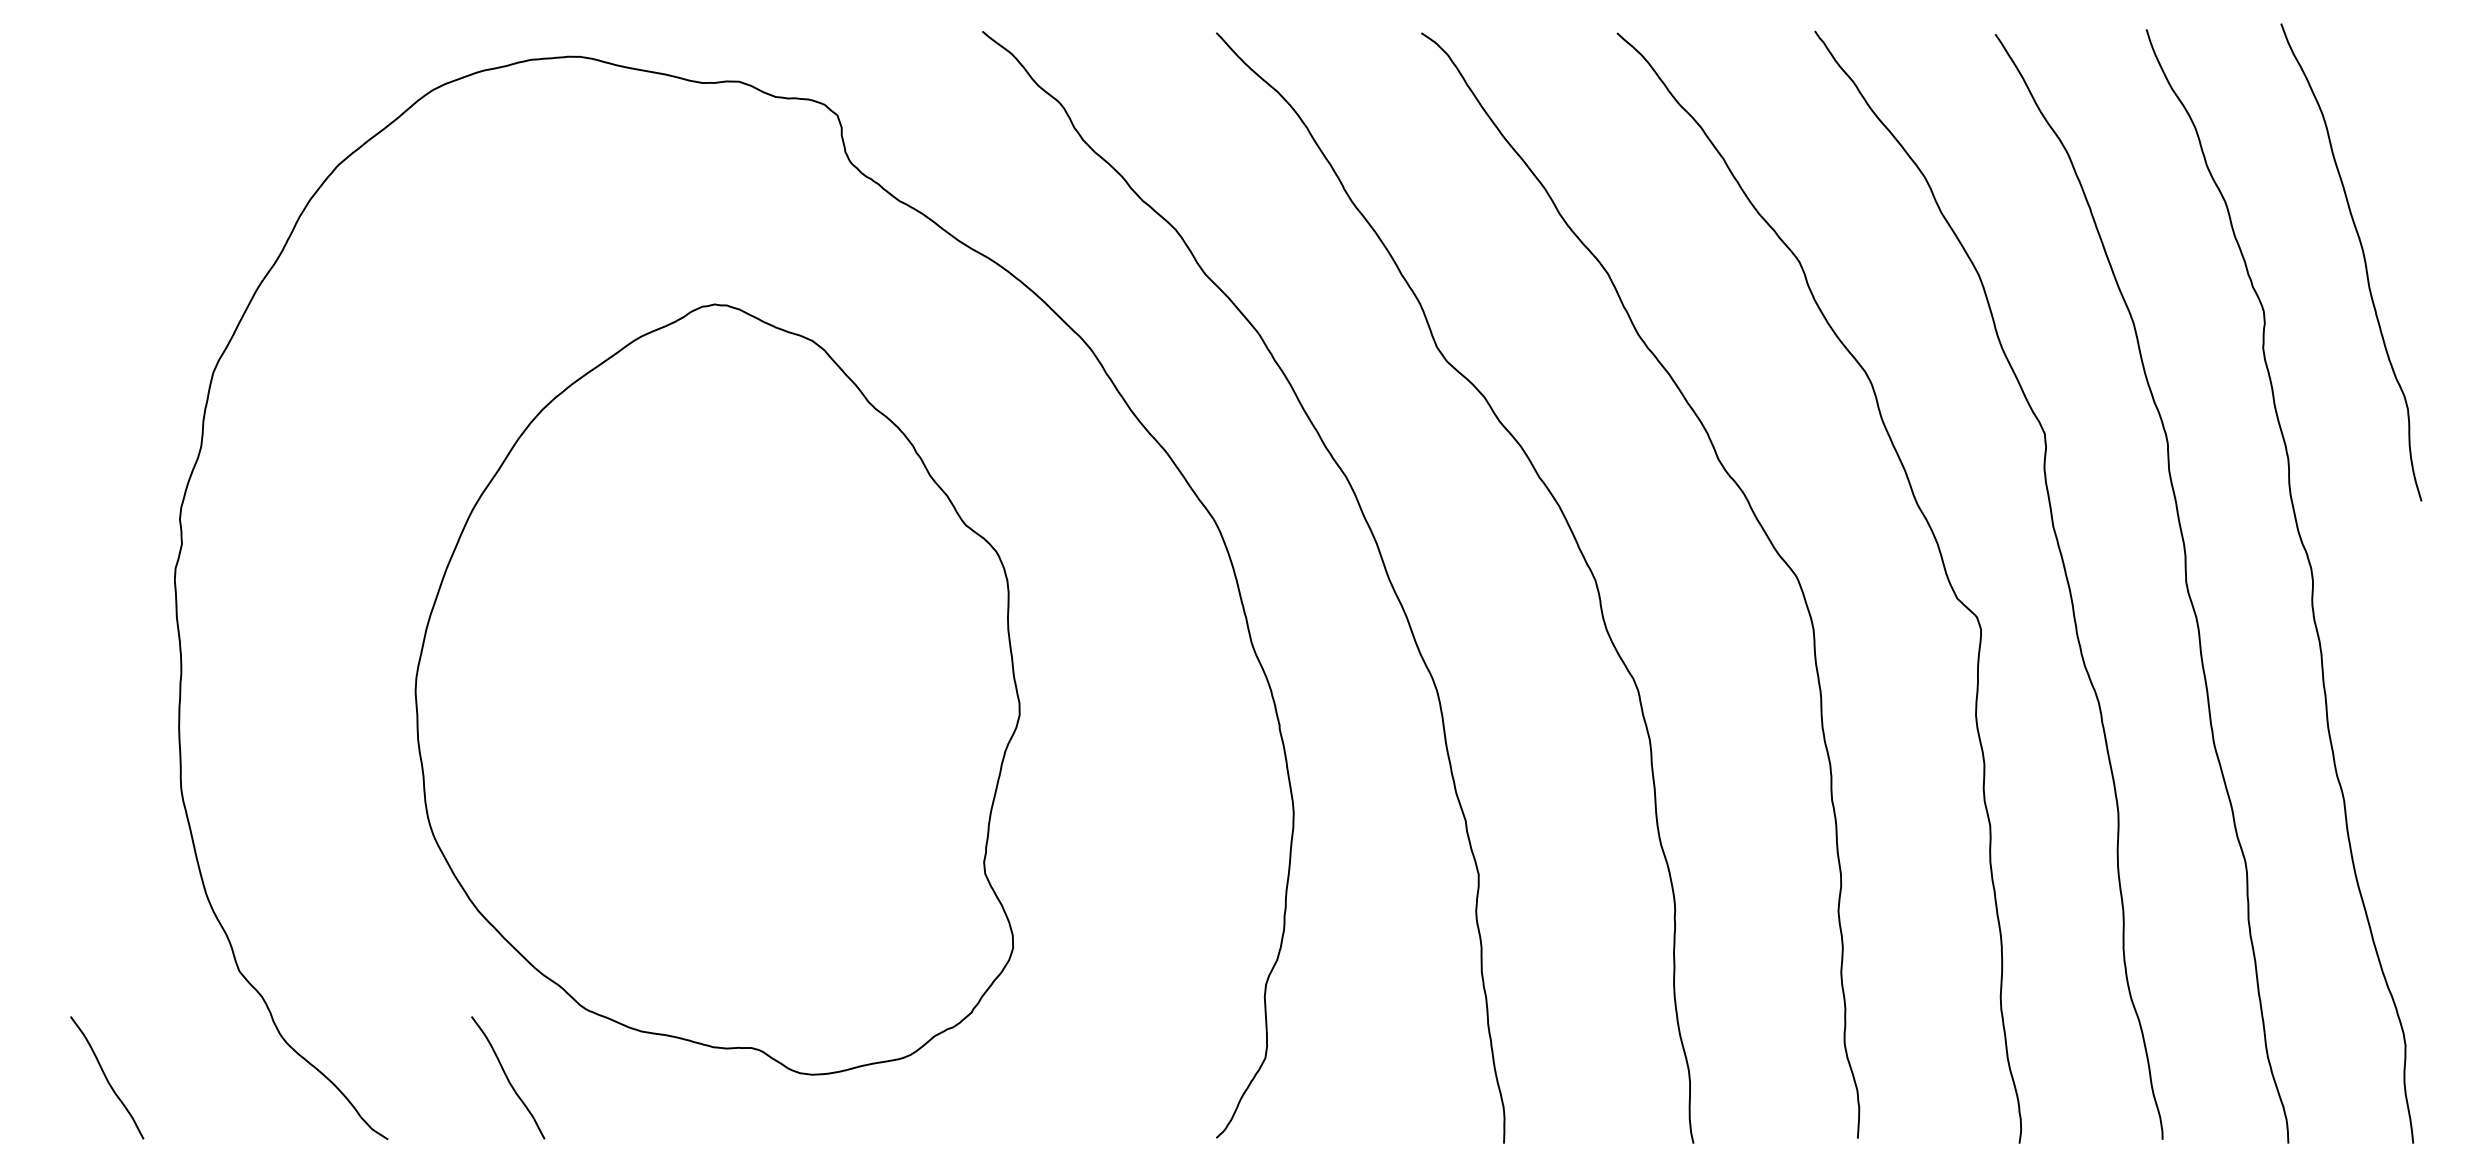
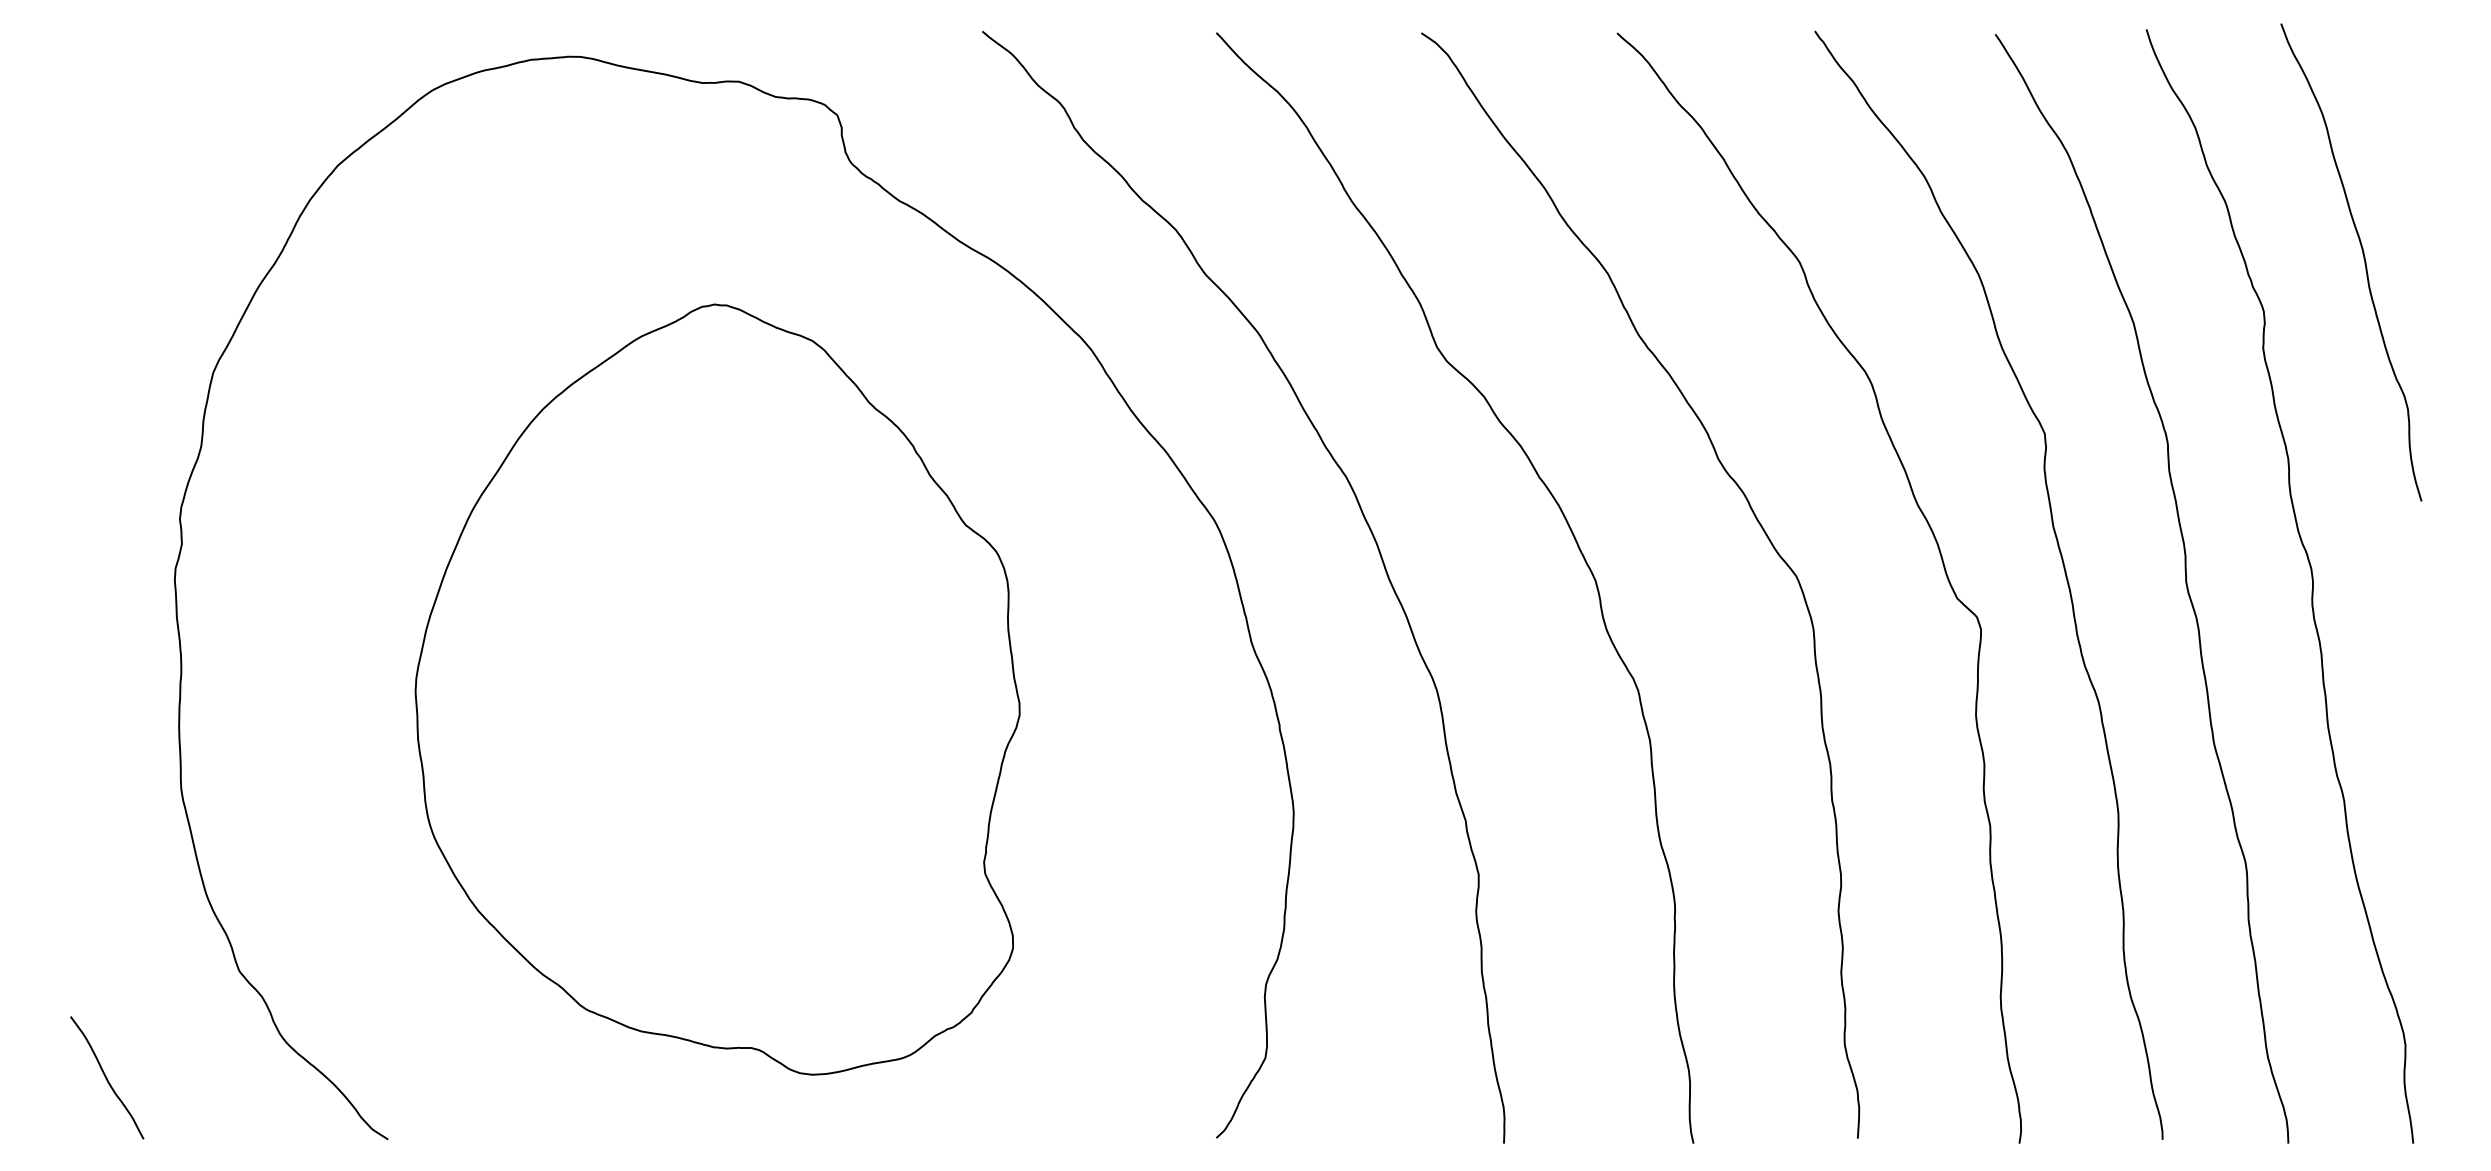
curve at (507, 1077): present -> none
